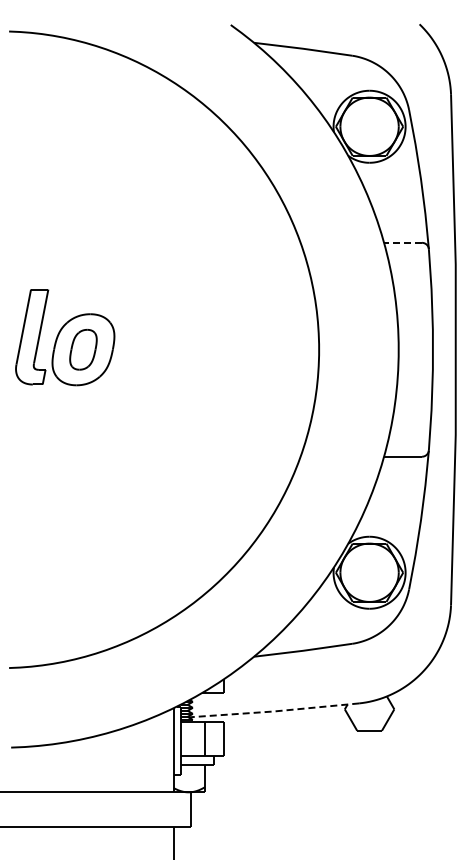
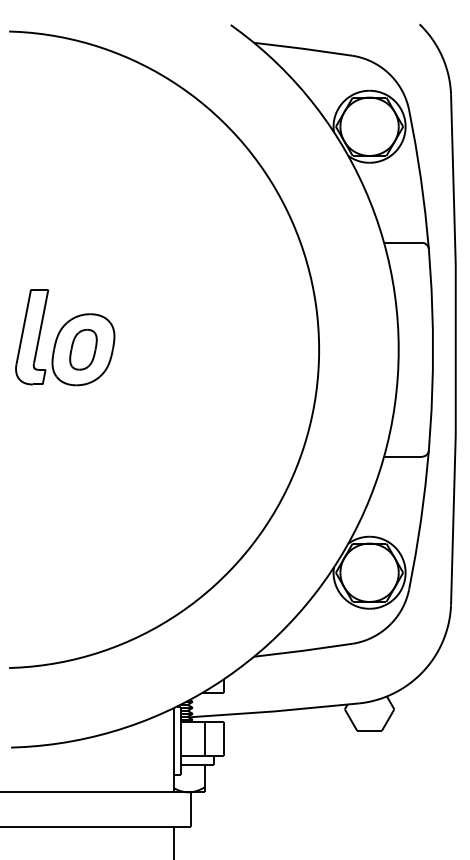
line at (403, 242): dashed -> solid
line at (273, 711): dashed -> solid
